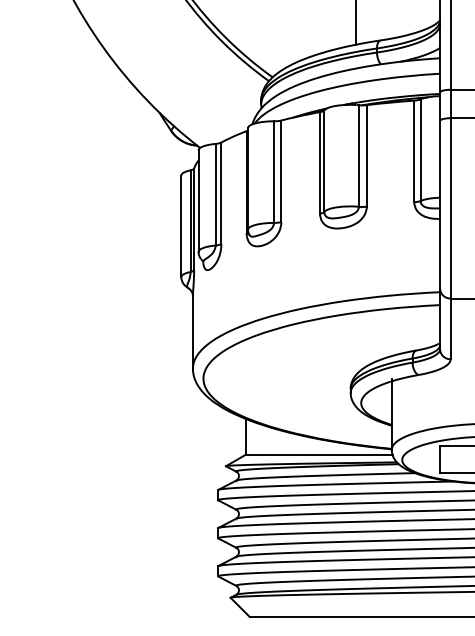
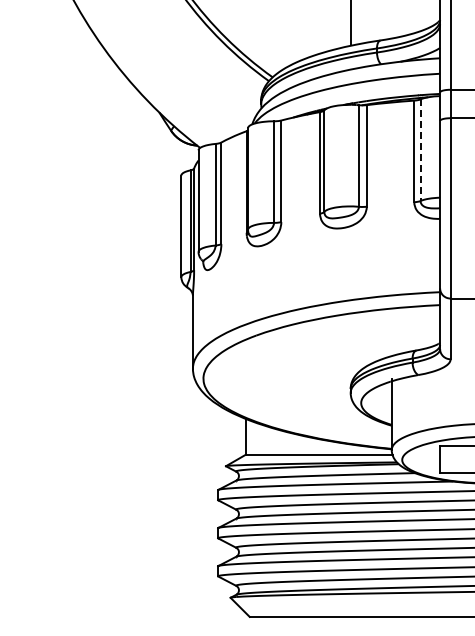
line at (355, 23) position: (355, 23) -> (350, 23)
line at (420, 150): solid -> dashed
